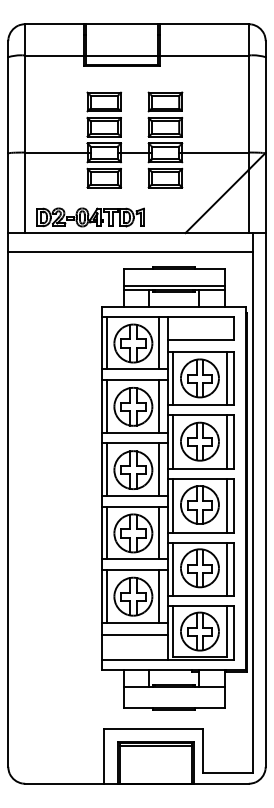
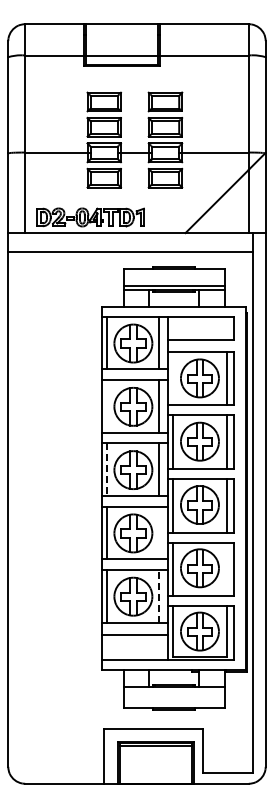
line at (173, 378): present -> none
line at (106, 405): present -> none
line at (106, 470): solid -> dashed
line at (159, 532): present -> none
line at (226, 569): present -> none
line at (159, 595): solid -> dashed
